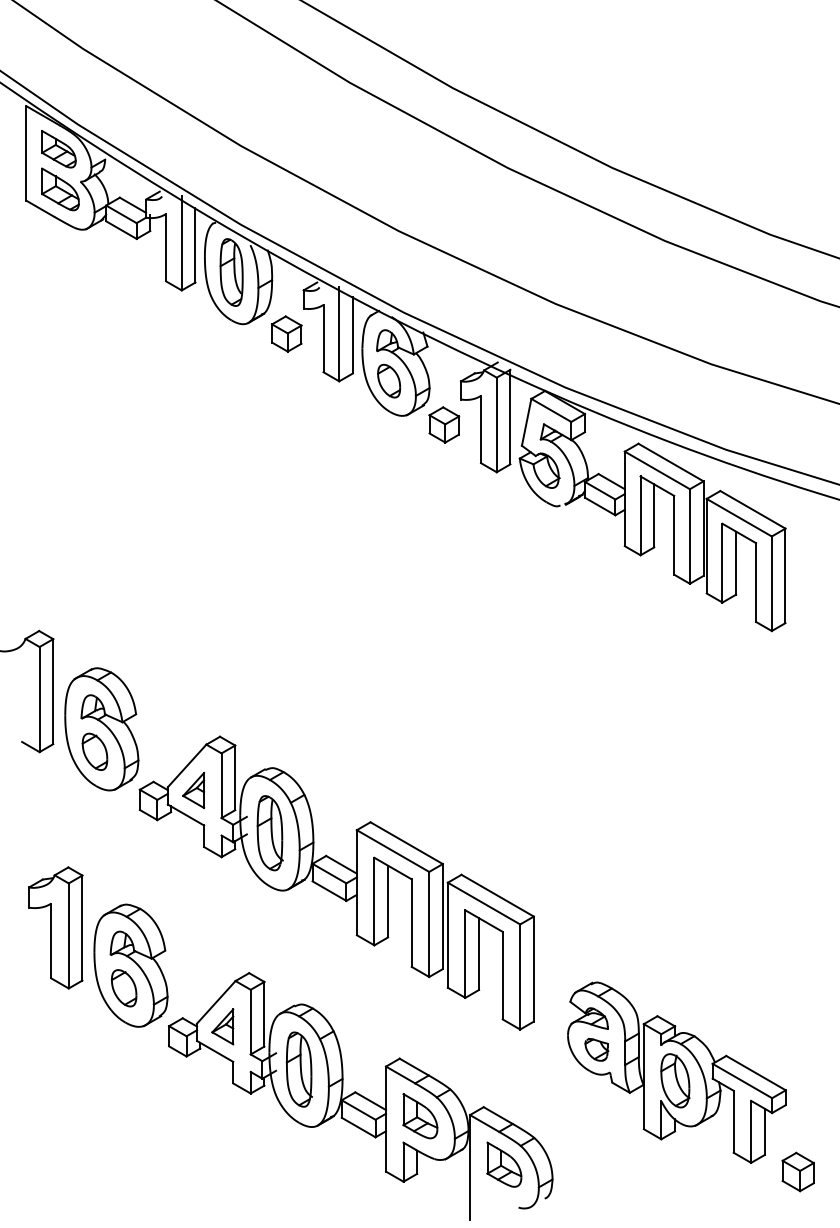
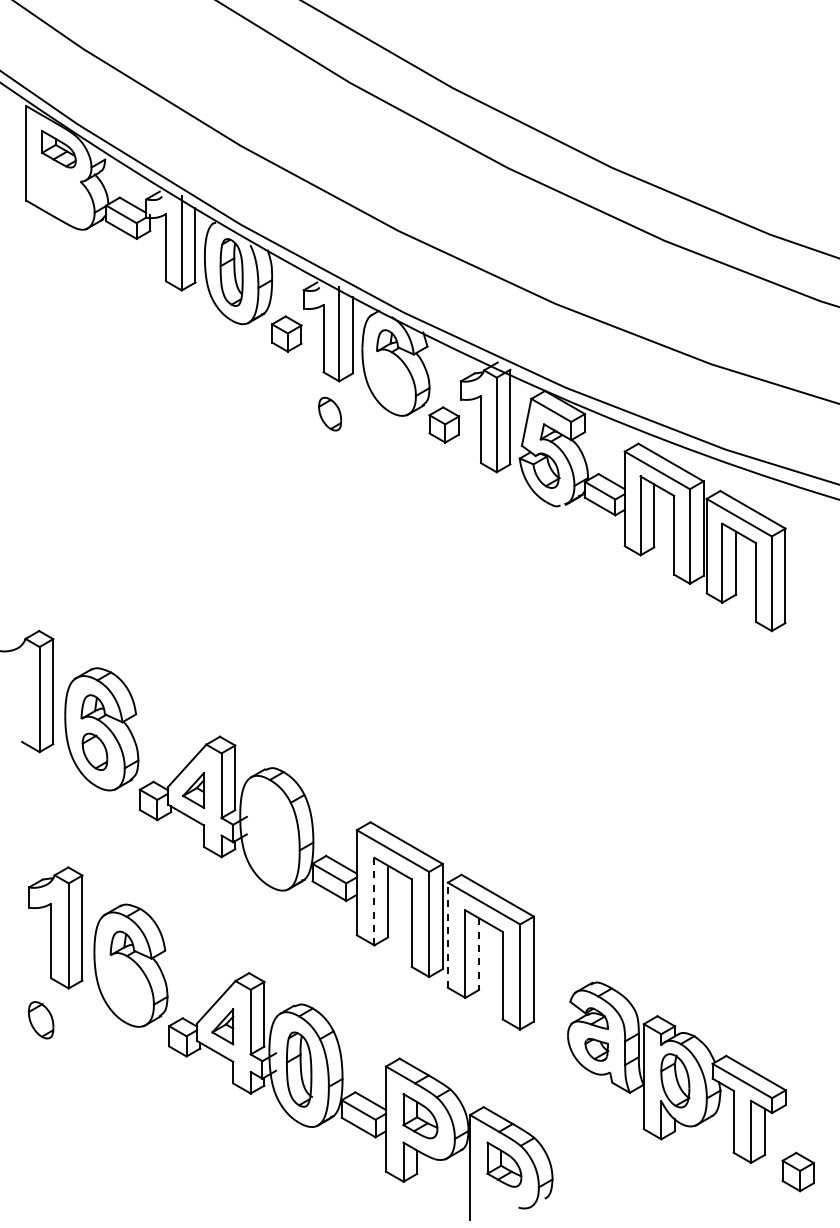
part at (60, 189): present -> none
part at (389, 380) position: (389, 380) -> (330, 413)
part at (269, 833): present -> none
line at (374, 901): solid -> dashed
line at (447, 935): solid -> dashed
line at (479, 954): solid -> dashed
part at (123, 988) position: (123, 988) -> (40, 1020)
